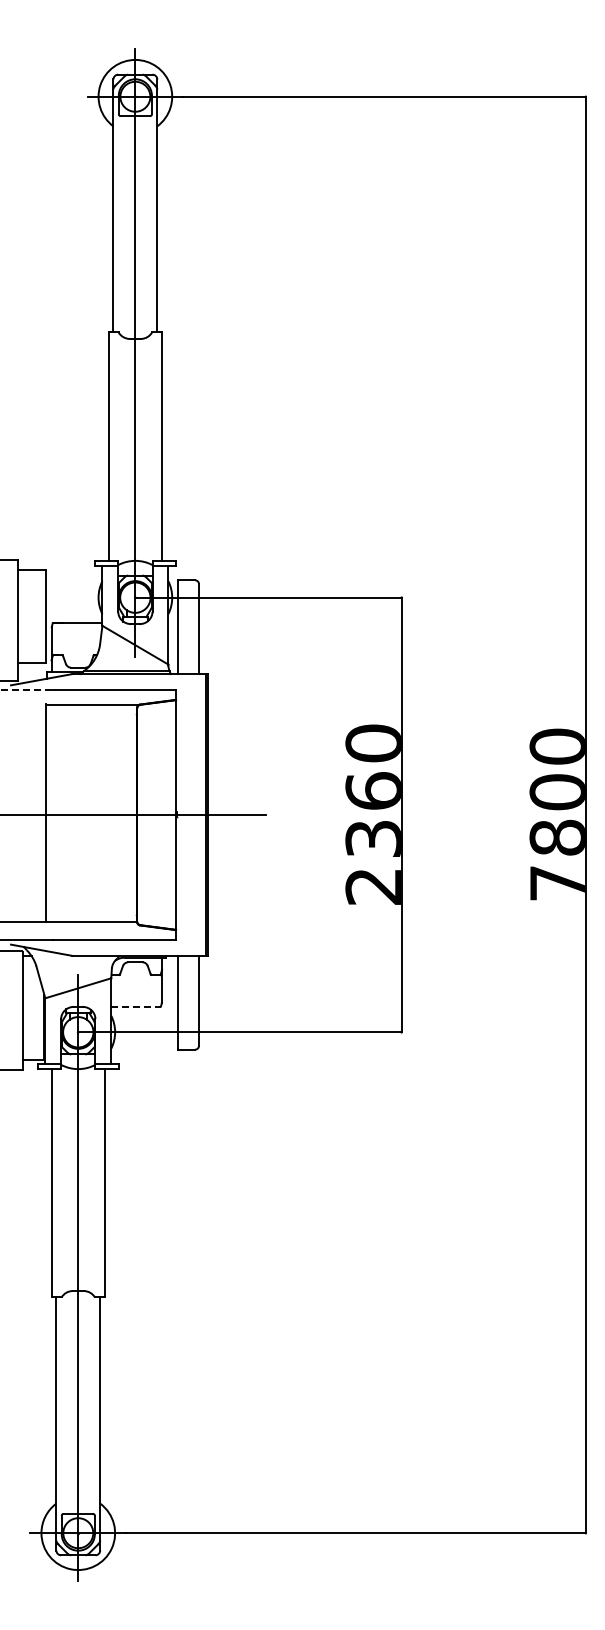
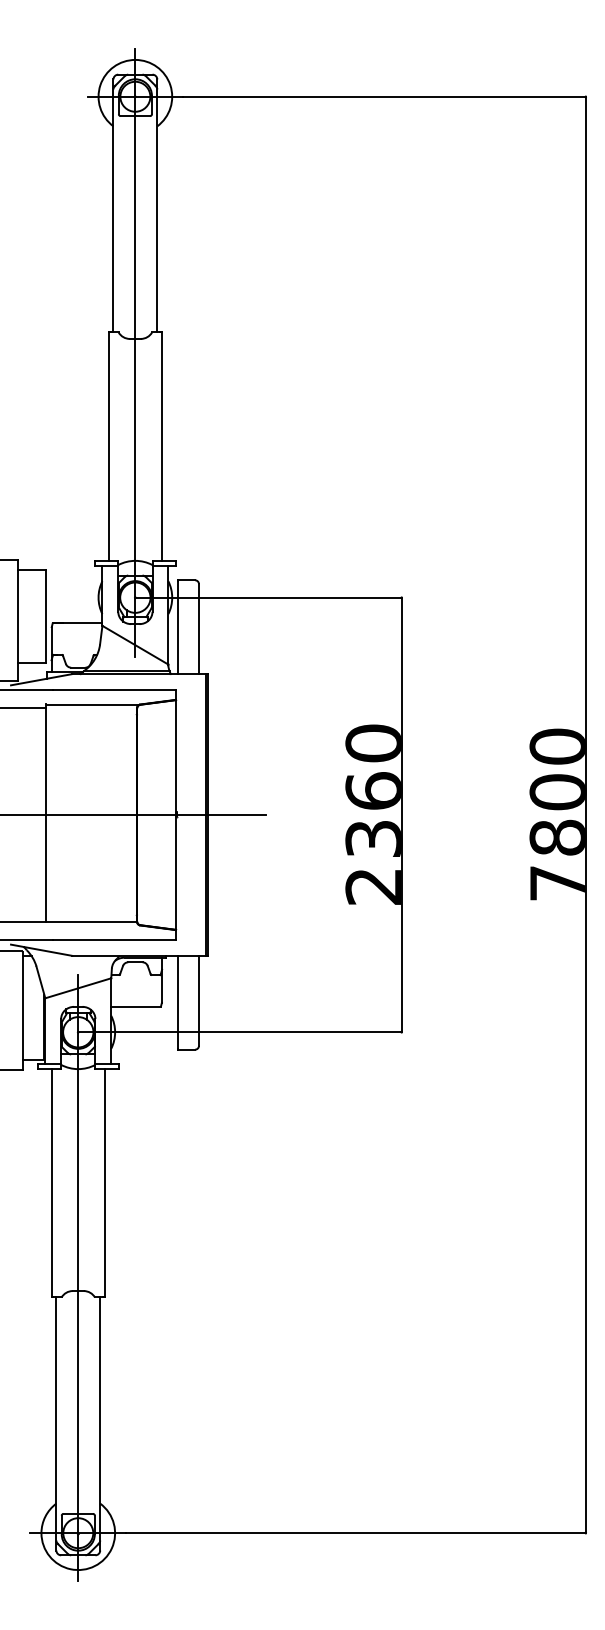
line at (27, 690): dashed -> solid
line at (24, 708): none -> present
line at (136, 1006): dashed -> solid
